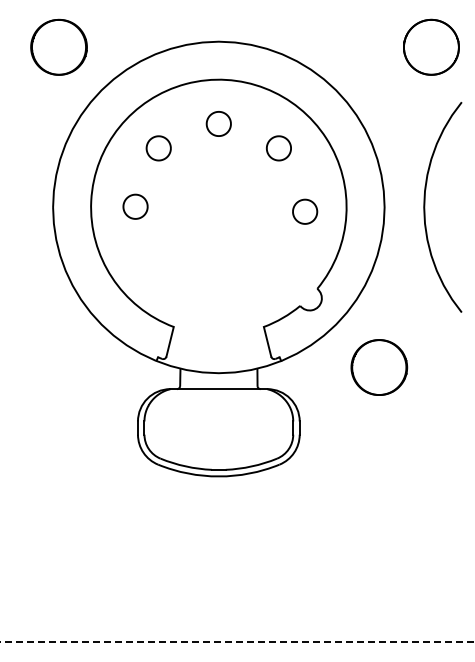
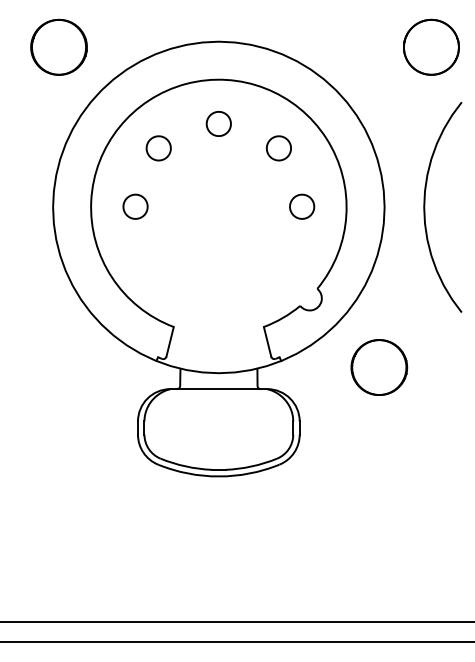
part at (305, 211) position: (305, 211) -> (302, 206)
line at (236, 621): none -> present
line at (237, 642): dashed -> solid
